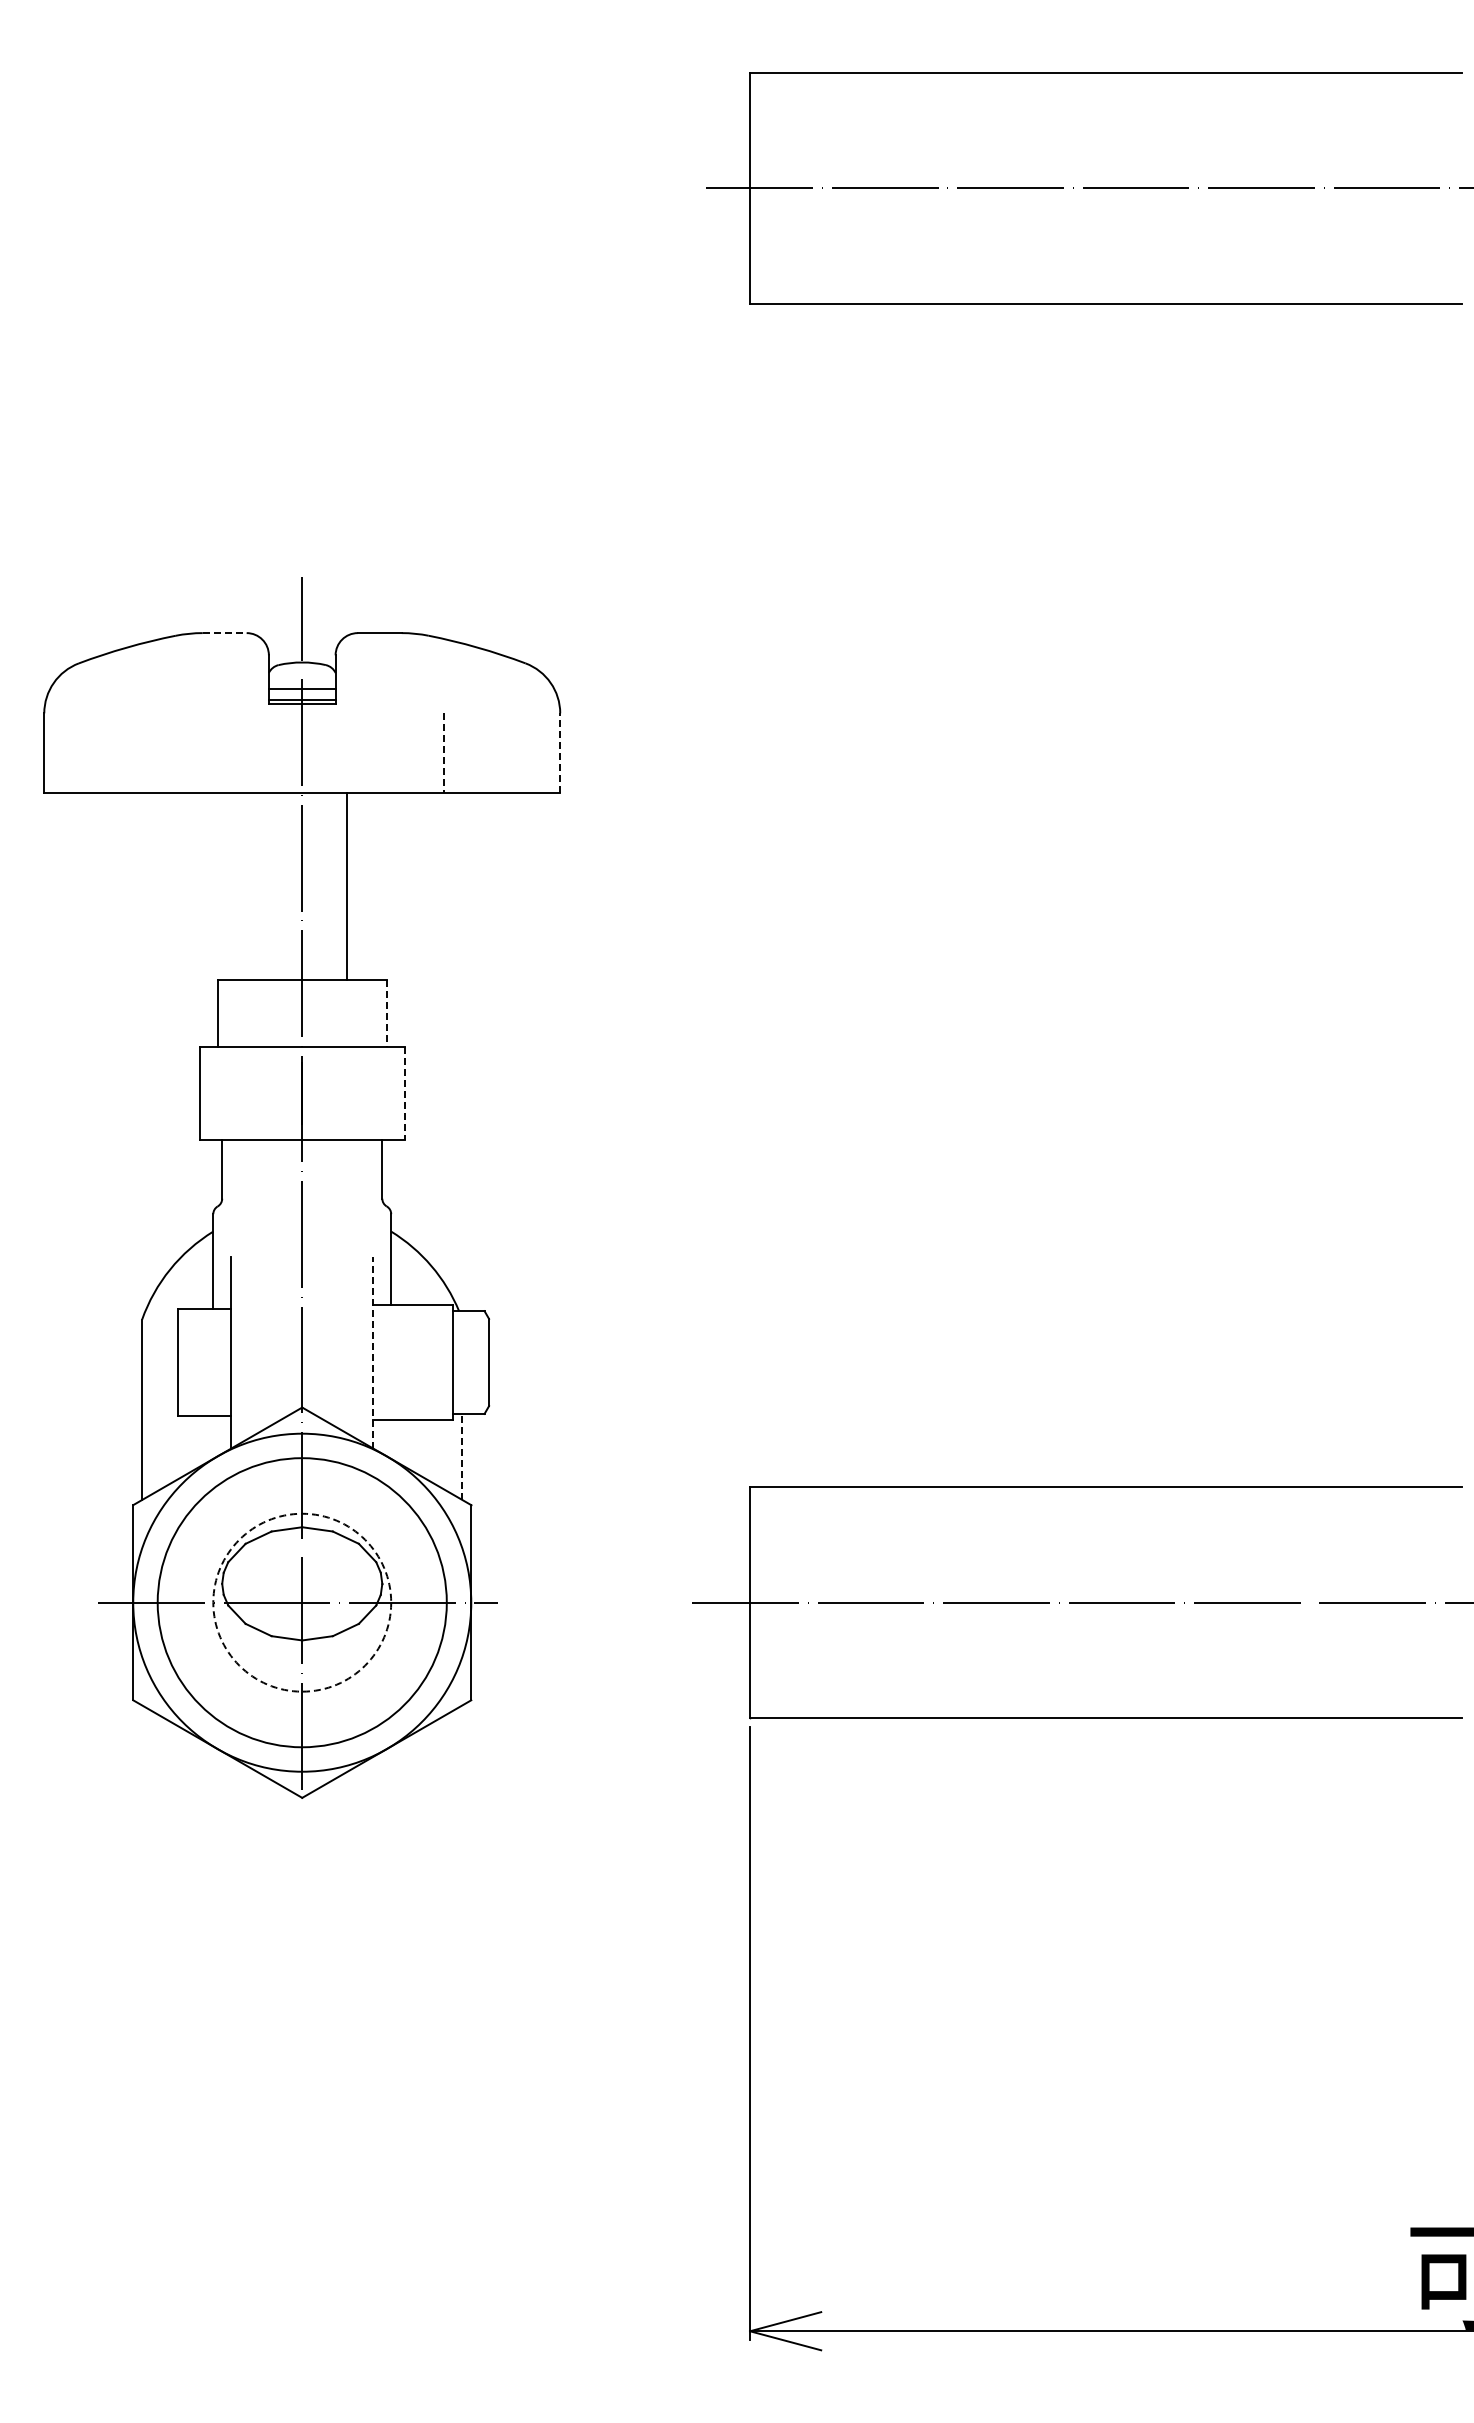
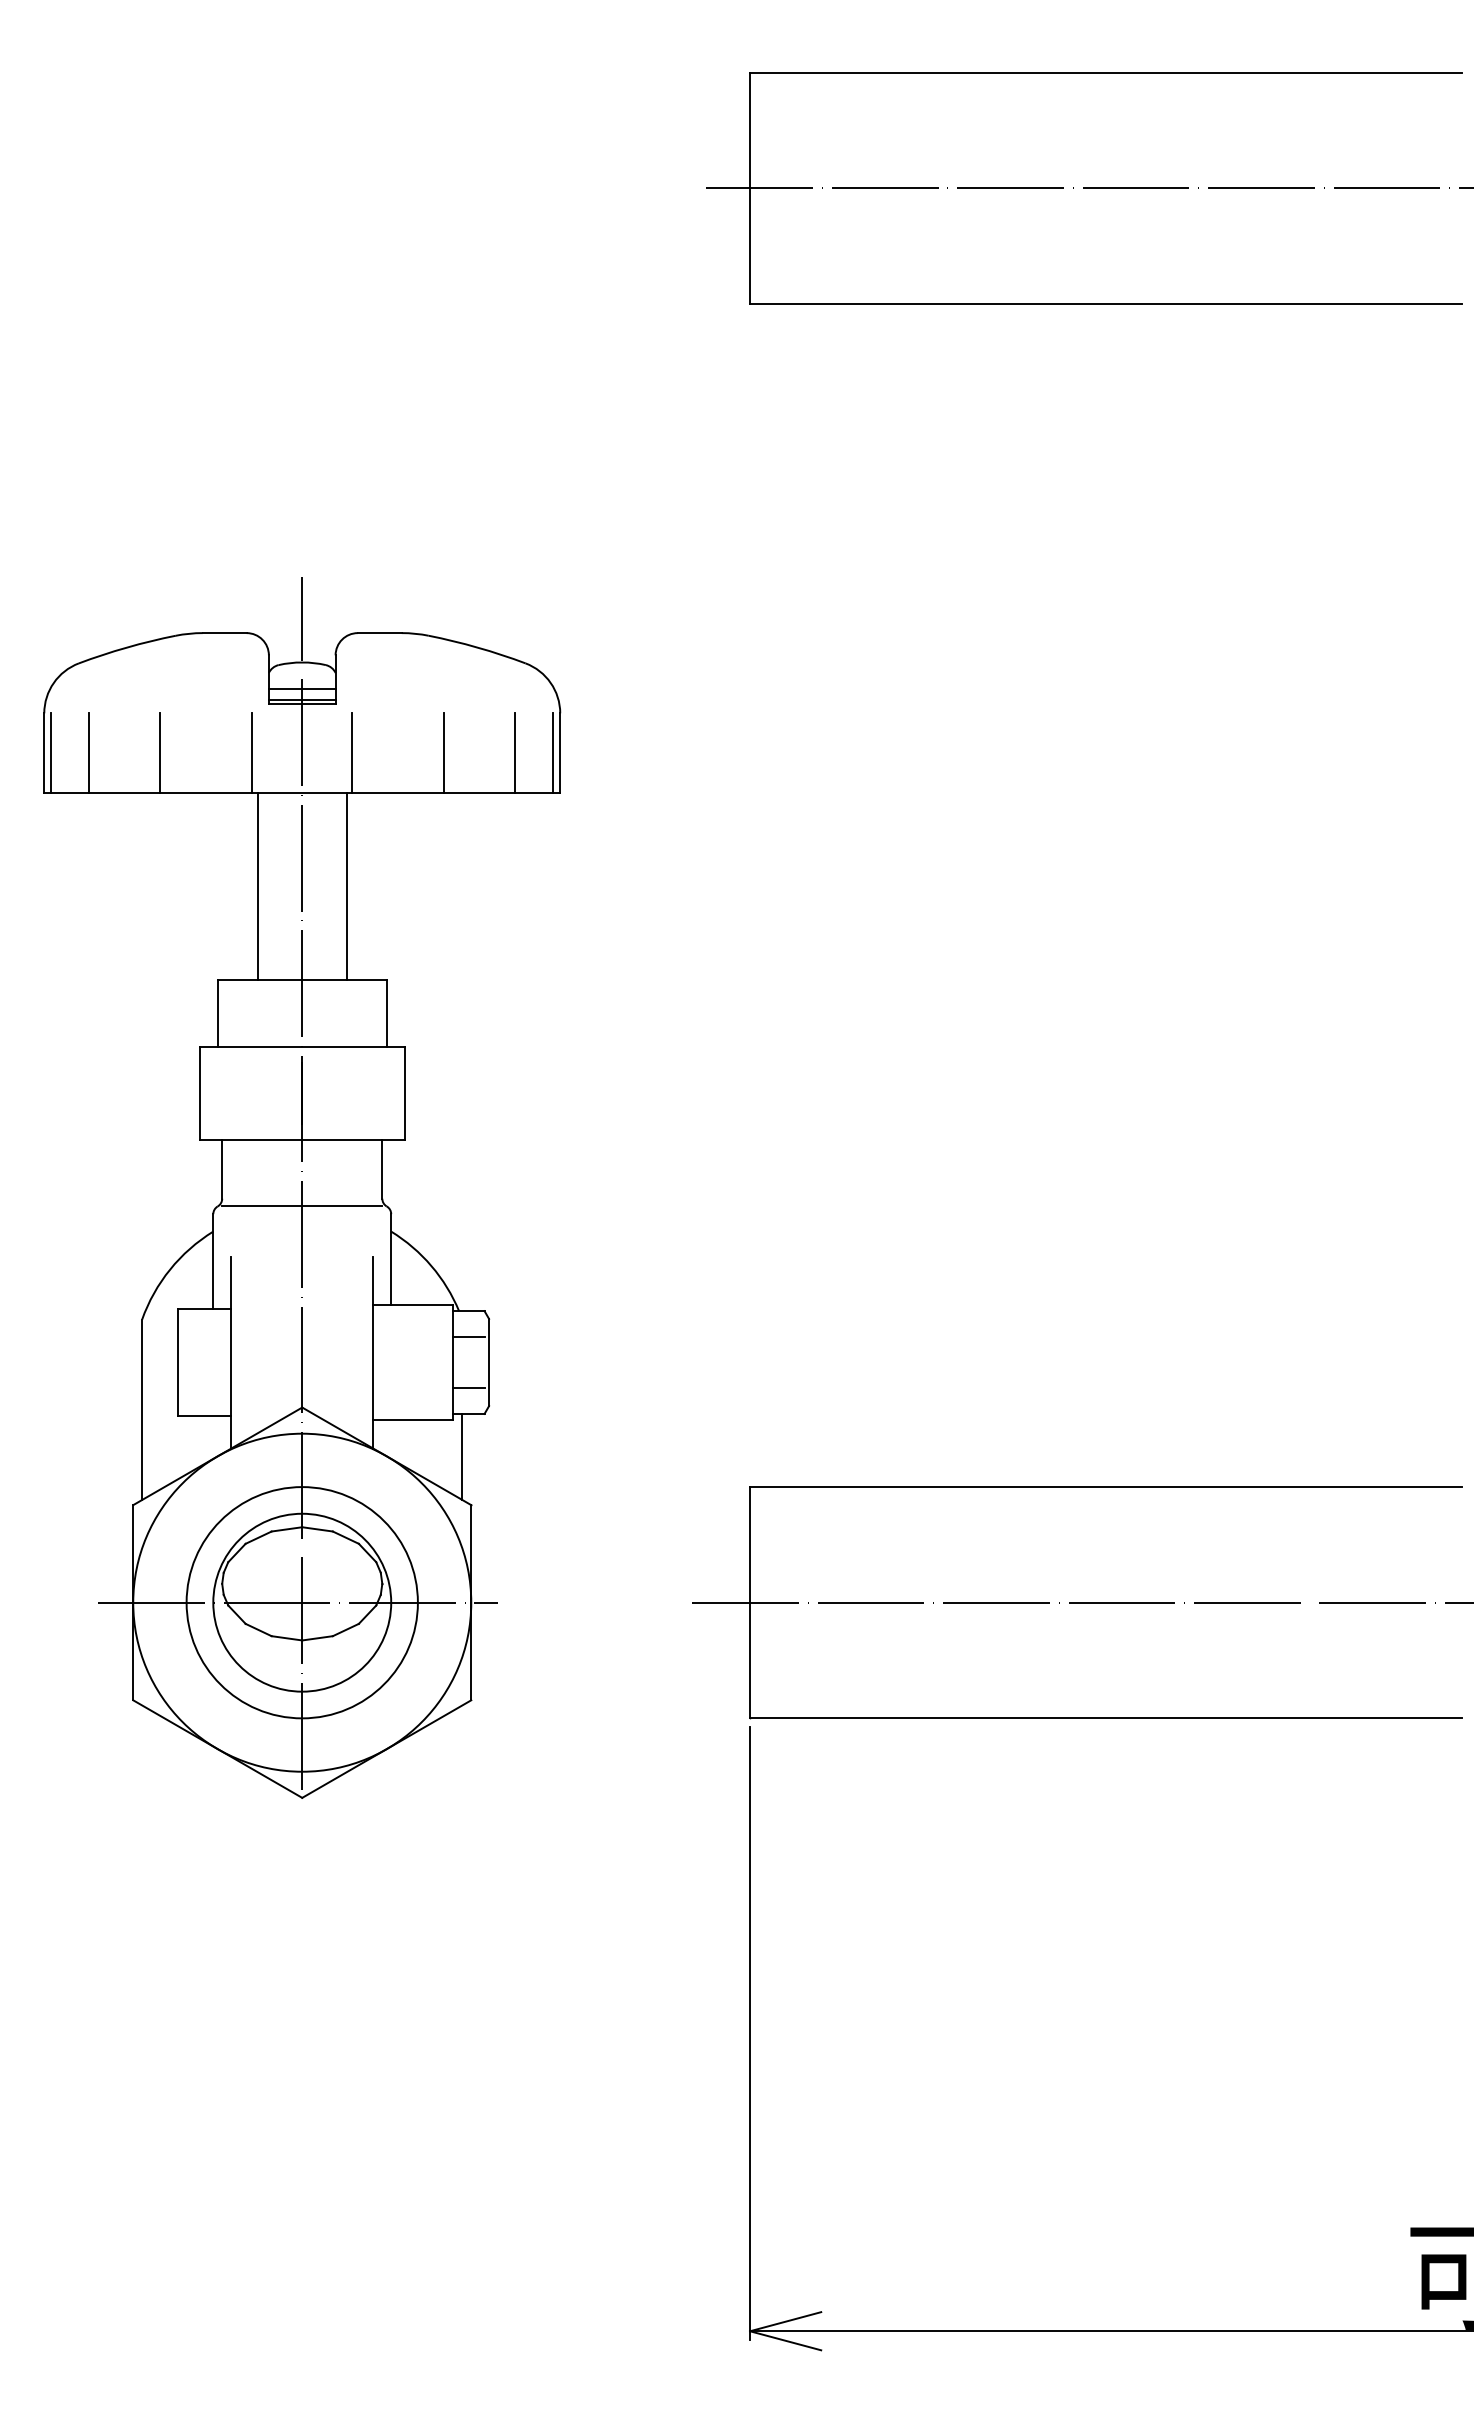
line at (224, 633): dashed -> solid
line at (51, 753): none -> present
line at (89, 753): none -> present
line at (160, 753): none -> present
line at (252, 753): none -> present
line at (352, 753): none -> present
line at (444, 753): dashed -> solid
line at (515, 753): none -> present
line at (553, 753): none -> present
line at (560, 753): dashed -> solid
line at (257, 886): none -> present
line at (386, 1013): dashed -> solid
line at (404, 1093): dashed -> solid
line at (302, 1206): none -> present
line at (468, 1336): none -> present
line at (373, 1352): dashed -> solid
line at (468, 1388): none -> present
line at (462, 1456): dashed -> solid
circle at (301, 1602) diameter: 289 px -> 231 px
circle at (302, 1602): dashed -> solid
